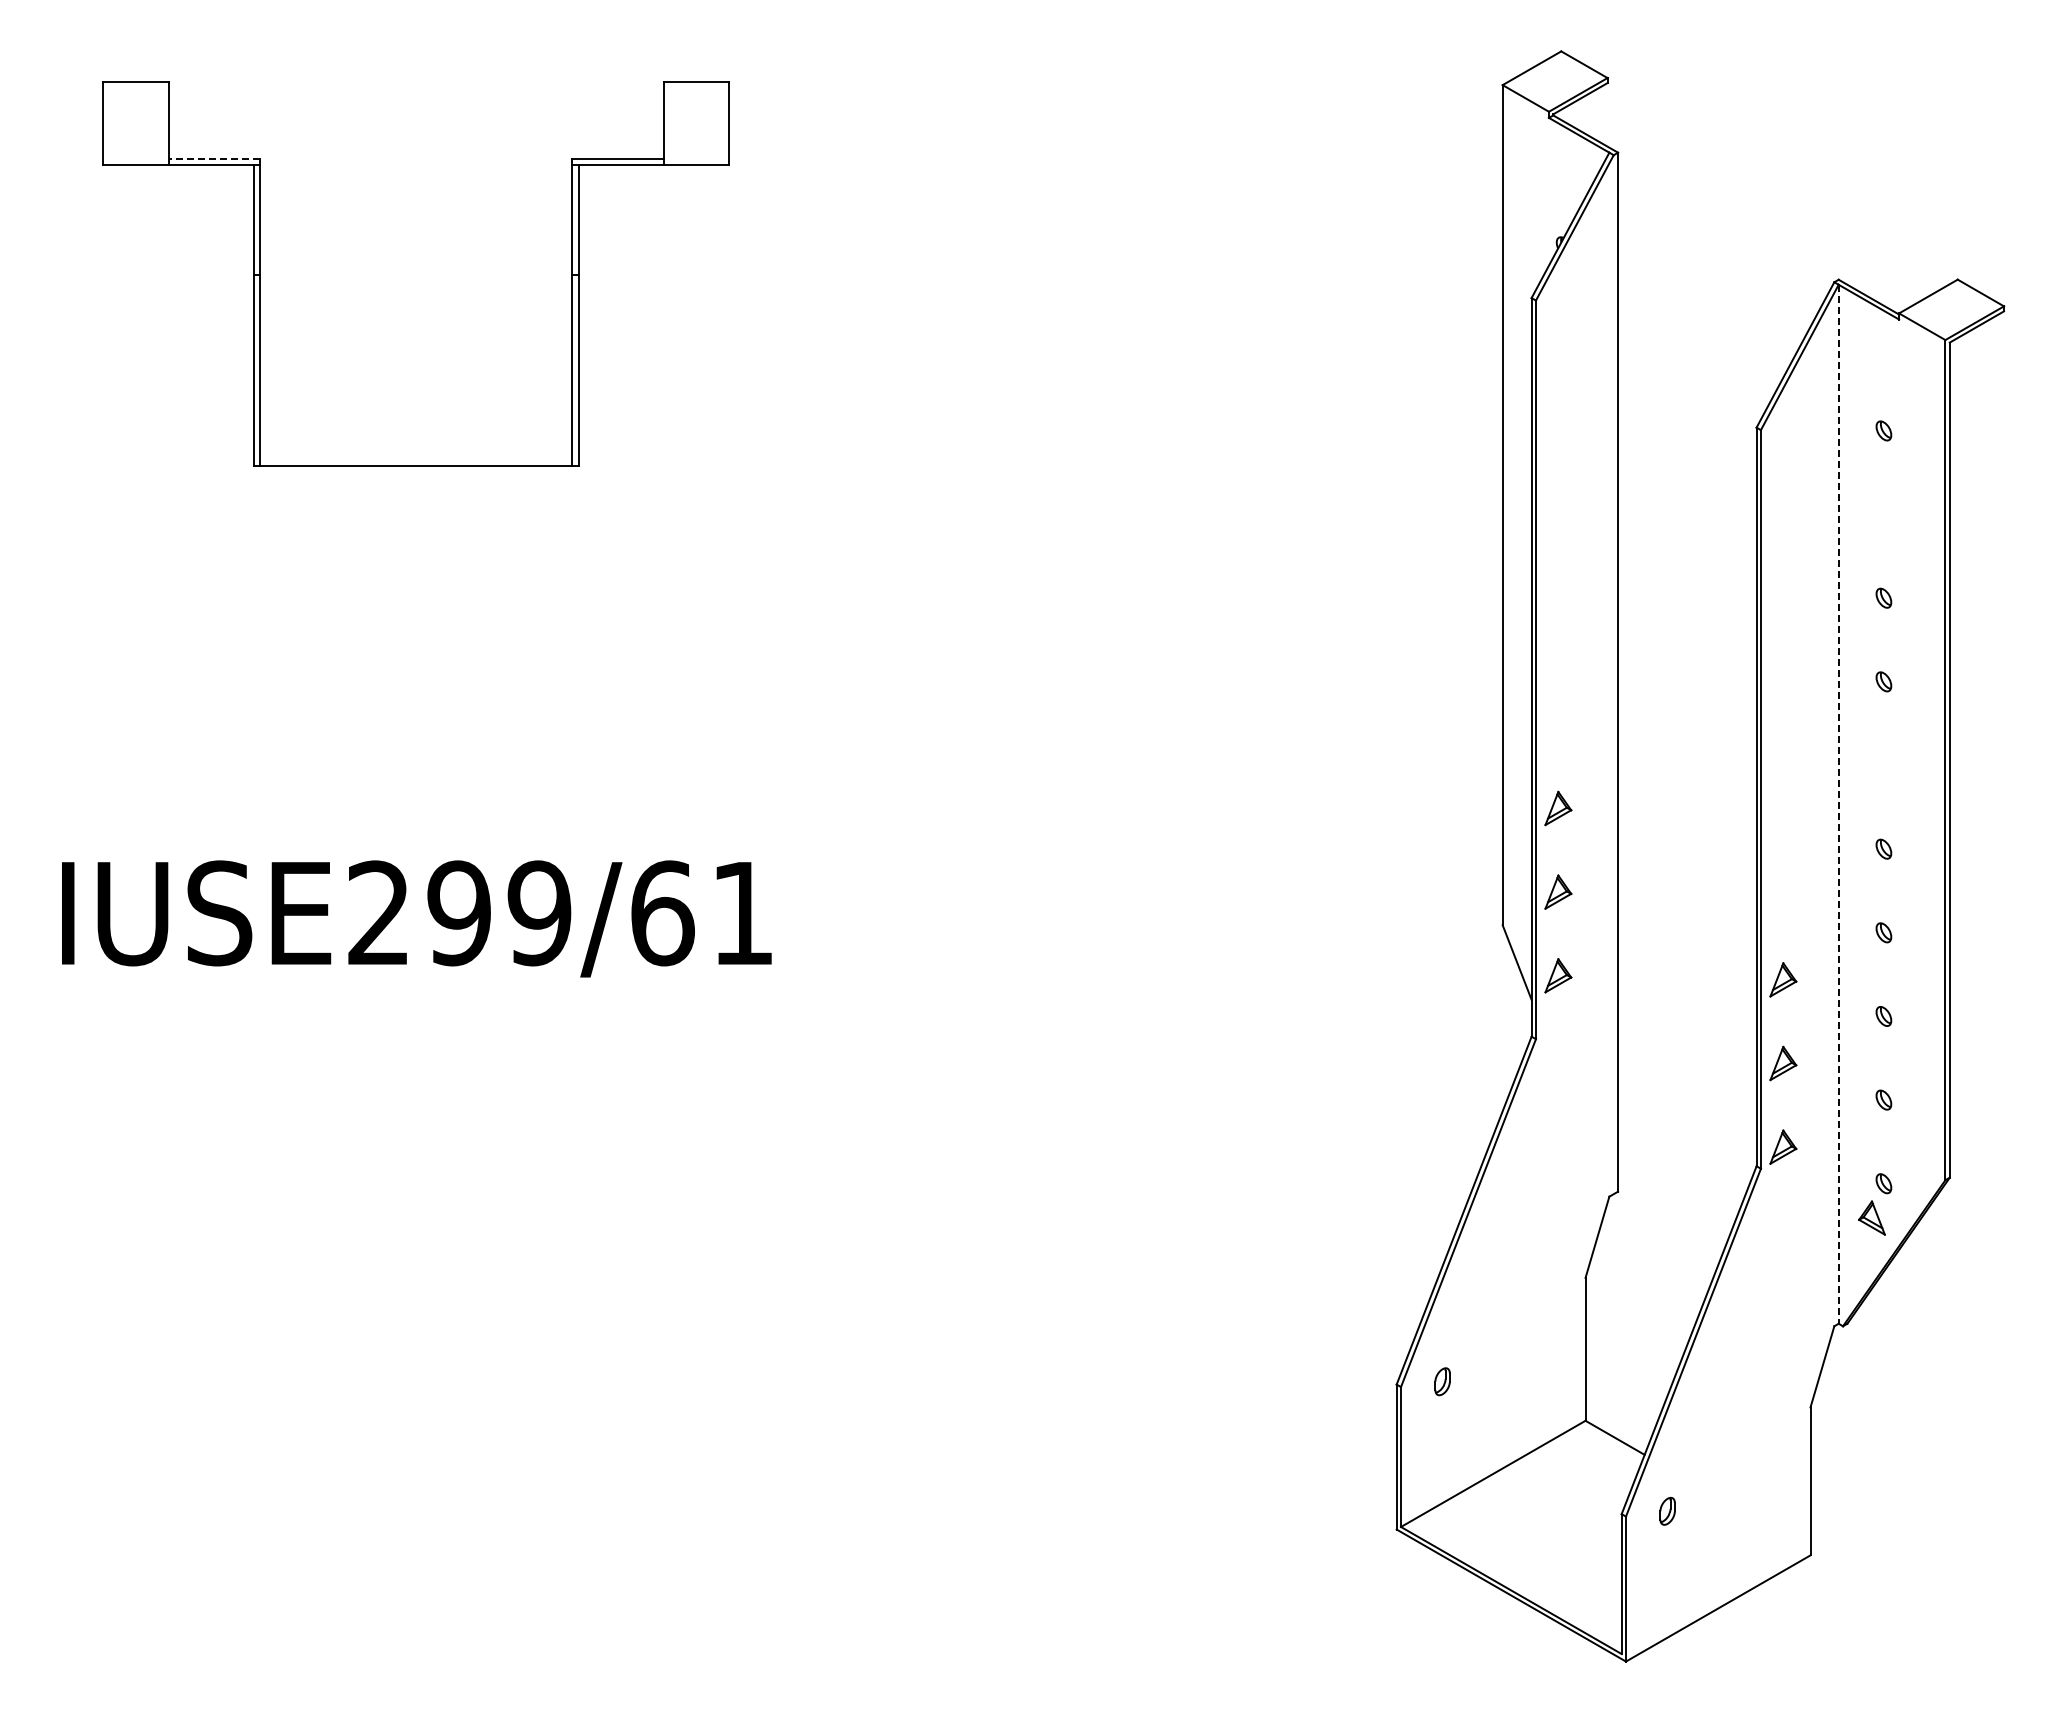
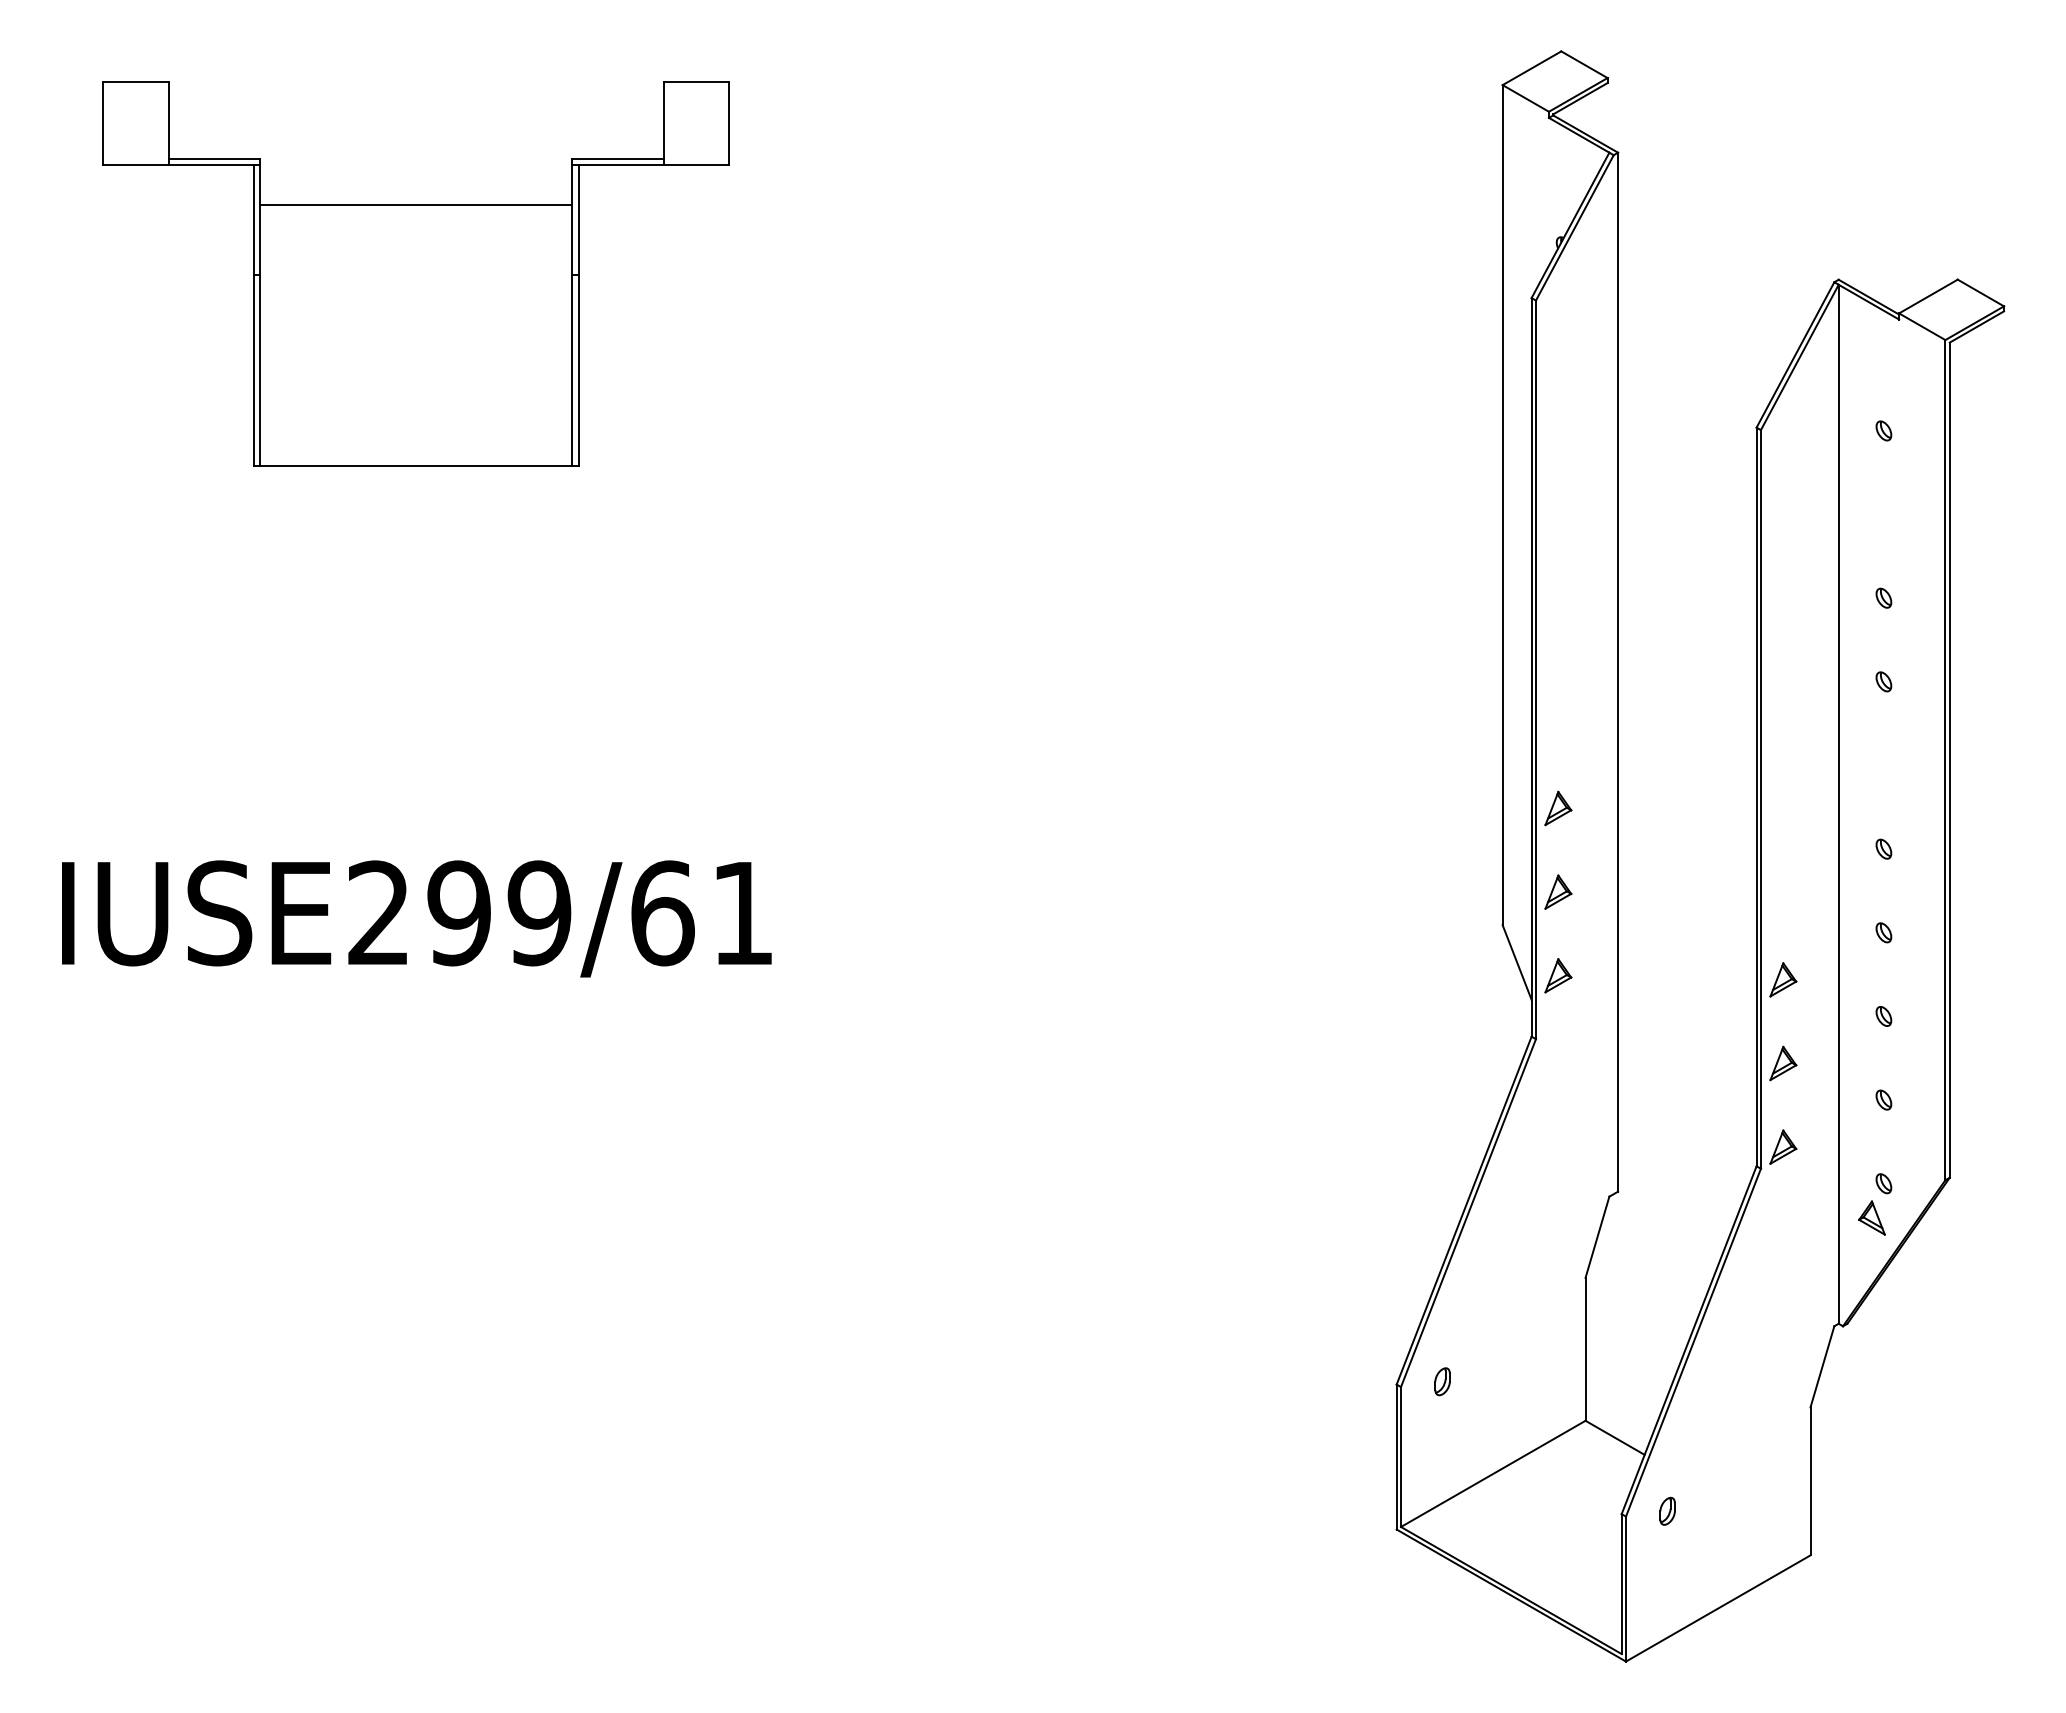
line at (214, 158): dashed -> solid
line at (416, 204): none -> present
line at (1838, 804): dashed -> solid
